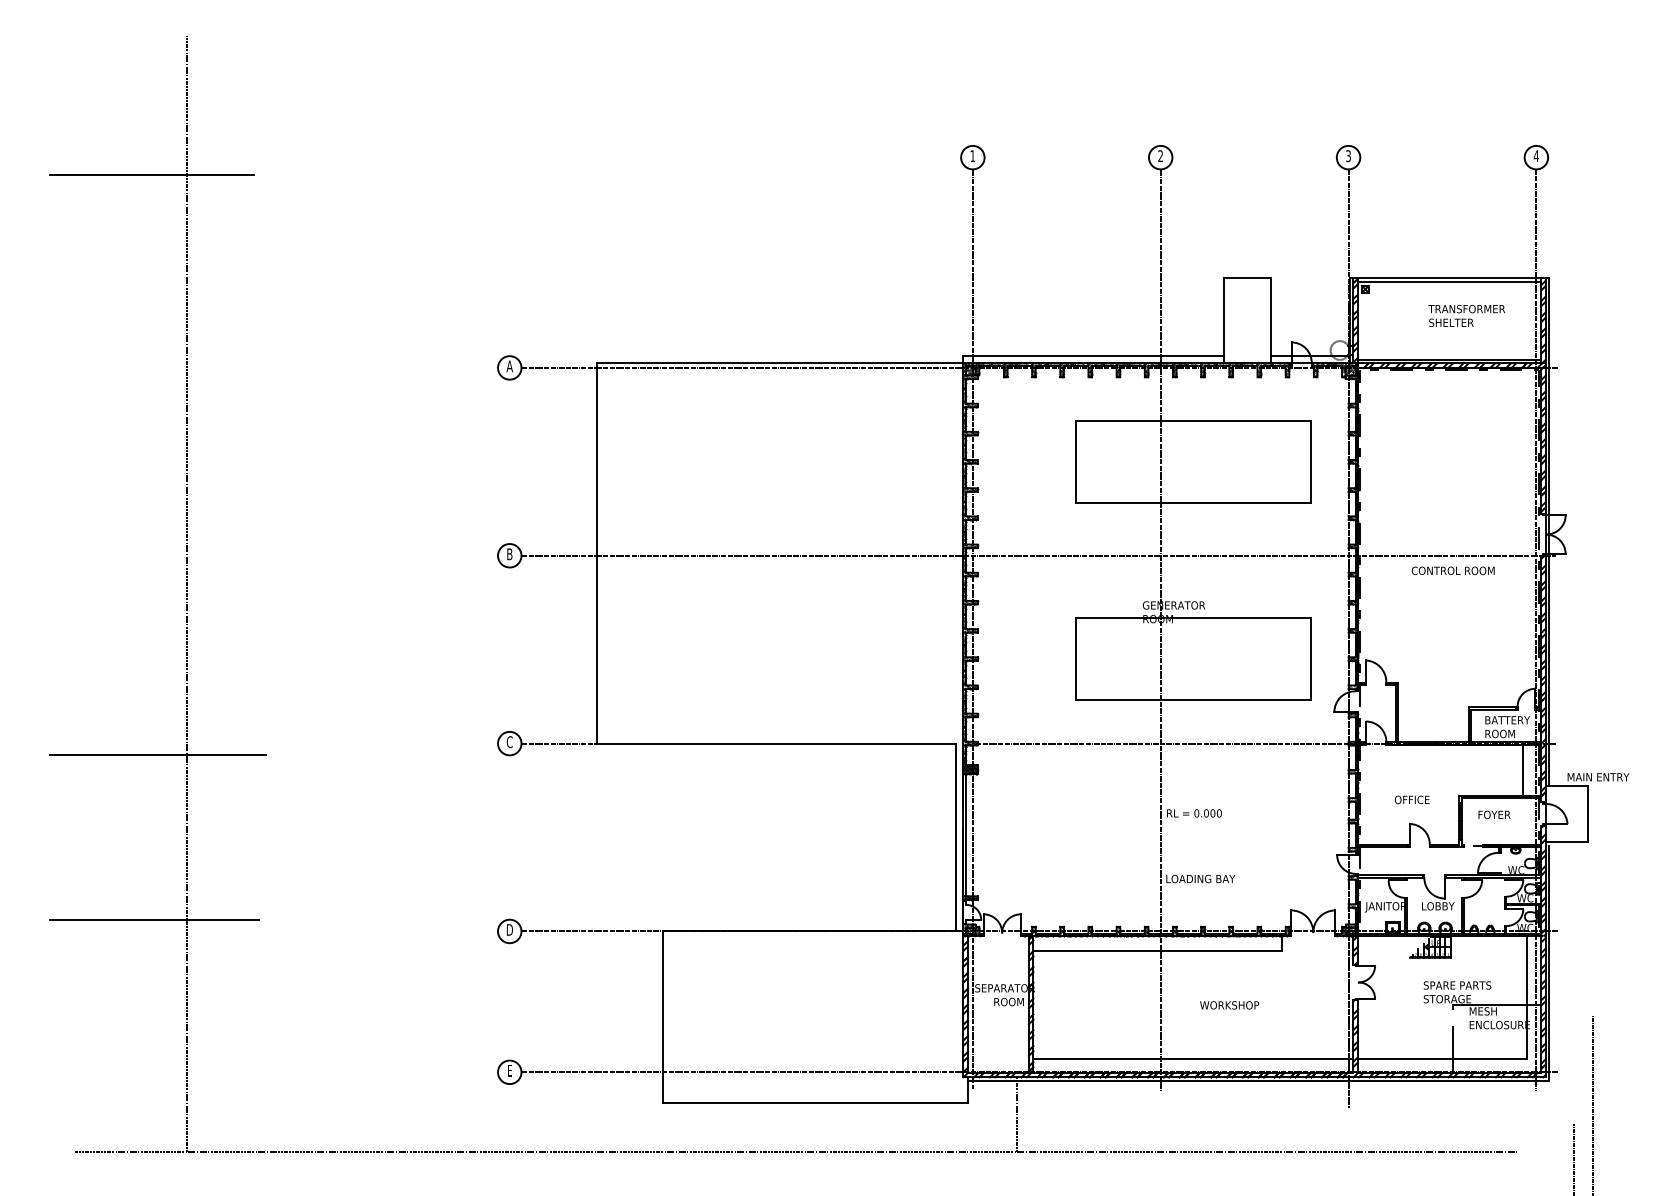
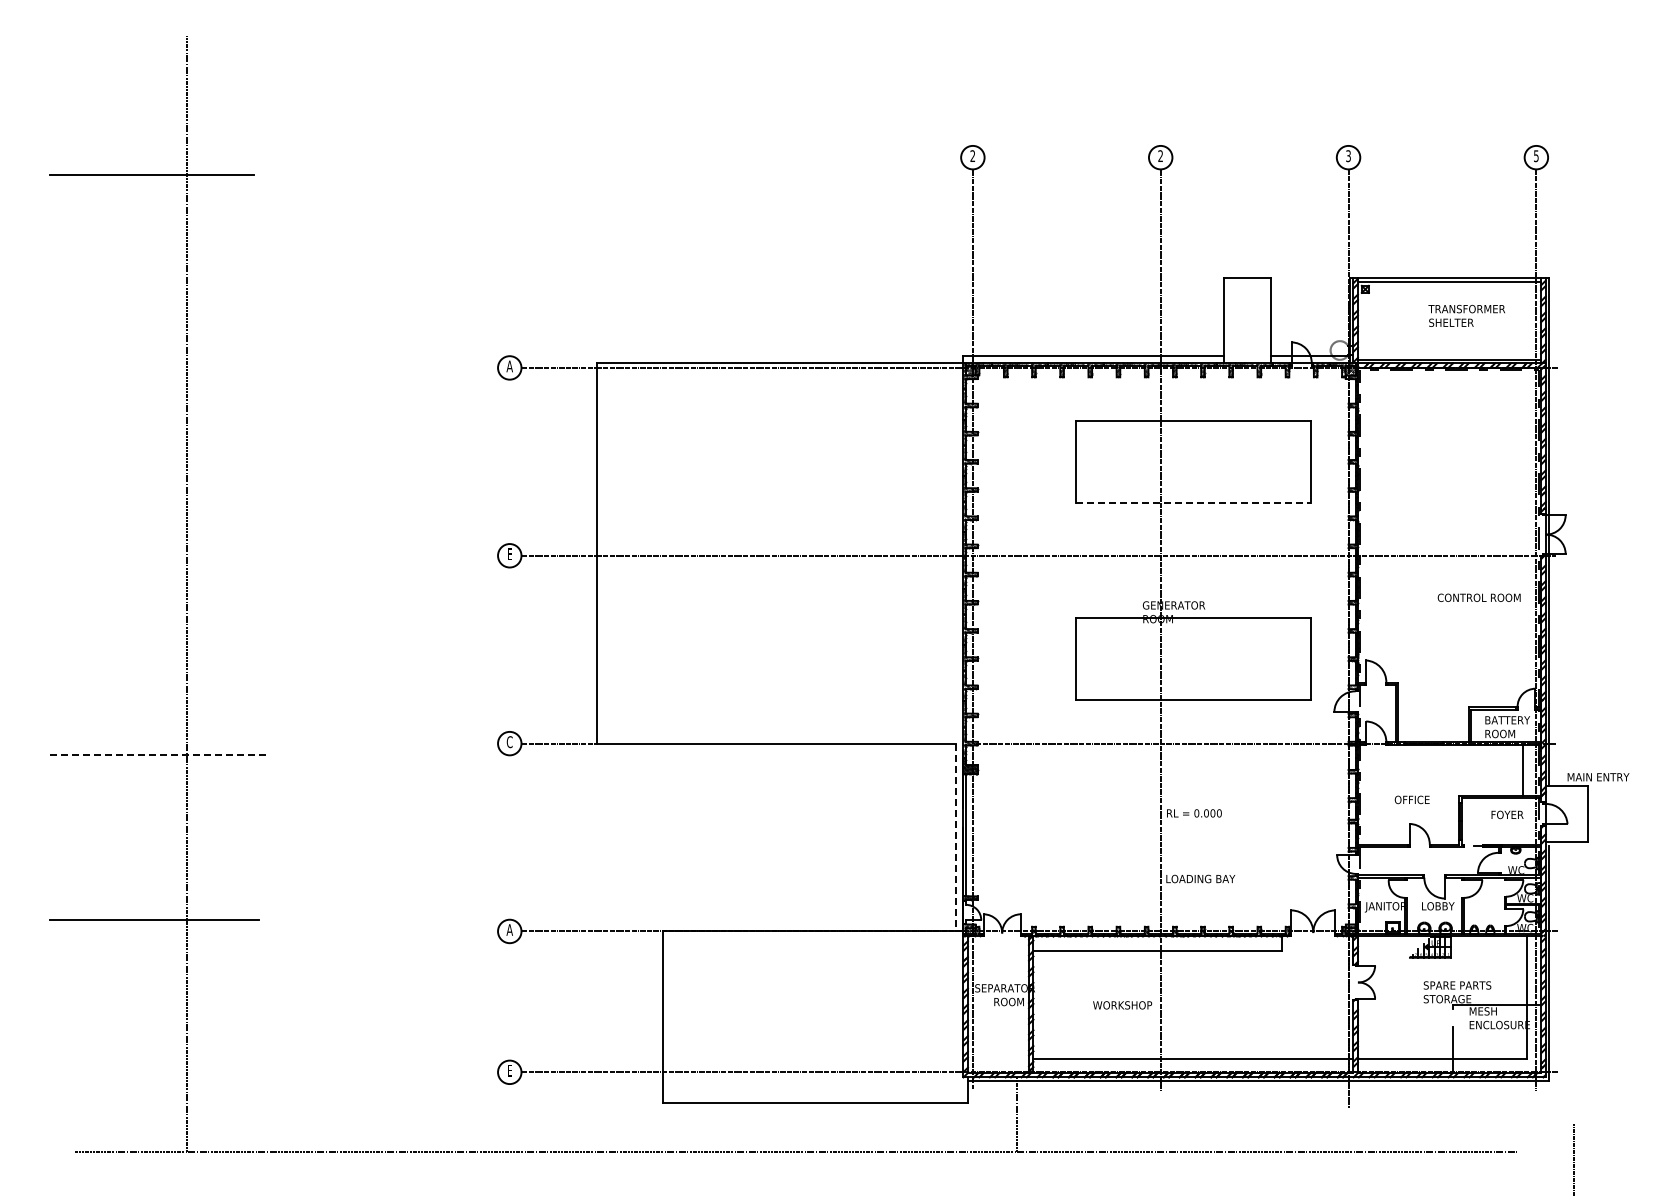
text at (972, 155): 1 -> 2
text at (1535, 156): 4 -> 5
line at (1193, 503): solid -> dashed
text at (509, 554): B -> E
text at (1452, 570) position: (1452, 570) -> (1478, 597)
line at (158, 755): solid -> dashed
text at (1494, 814) position: (1494, 814) -> (1507, 814)
line at (956, 837): solid -> dashed
text at (509, 929): D -> A
text at (1229, 1005) position: (1229, 1005) -> (1122, 1005)
line at (1593, 1103): present -> none
